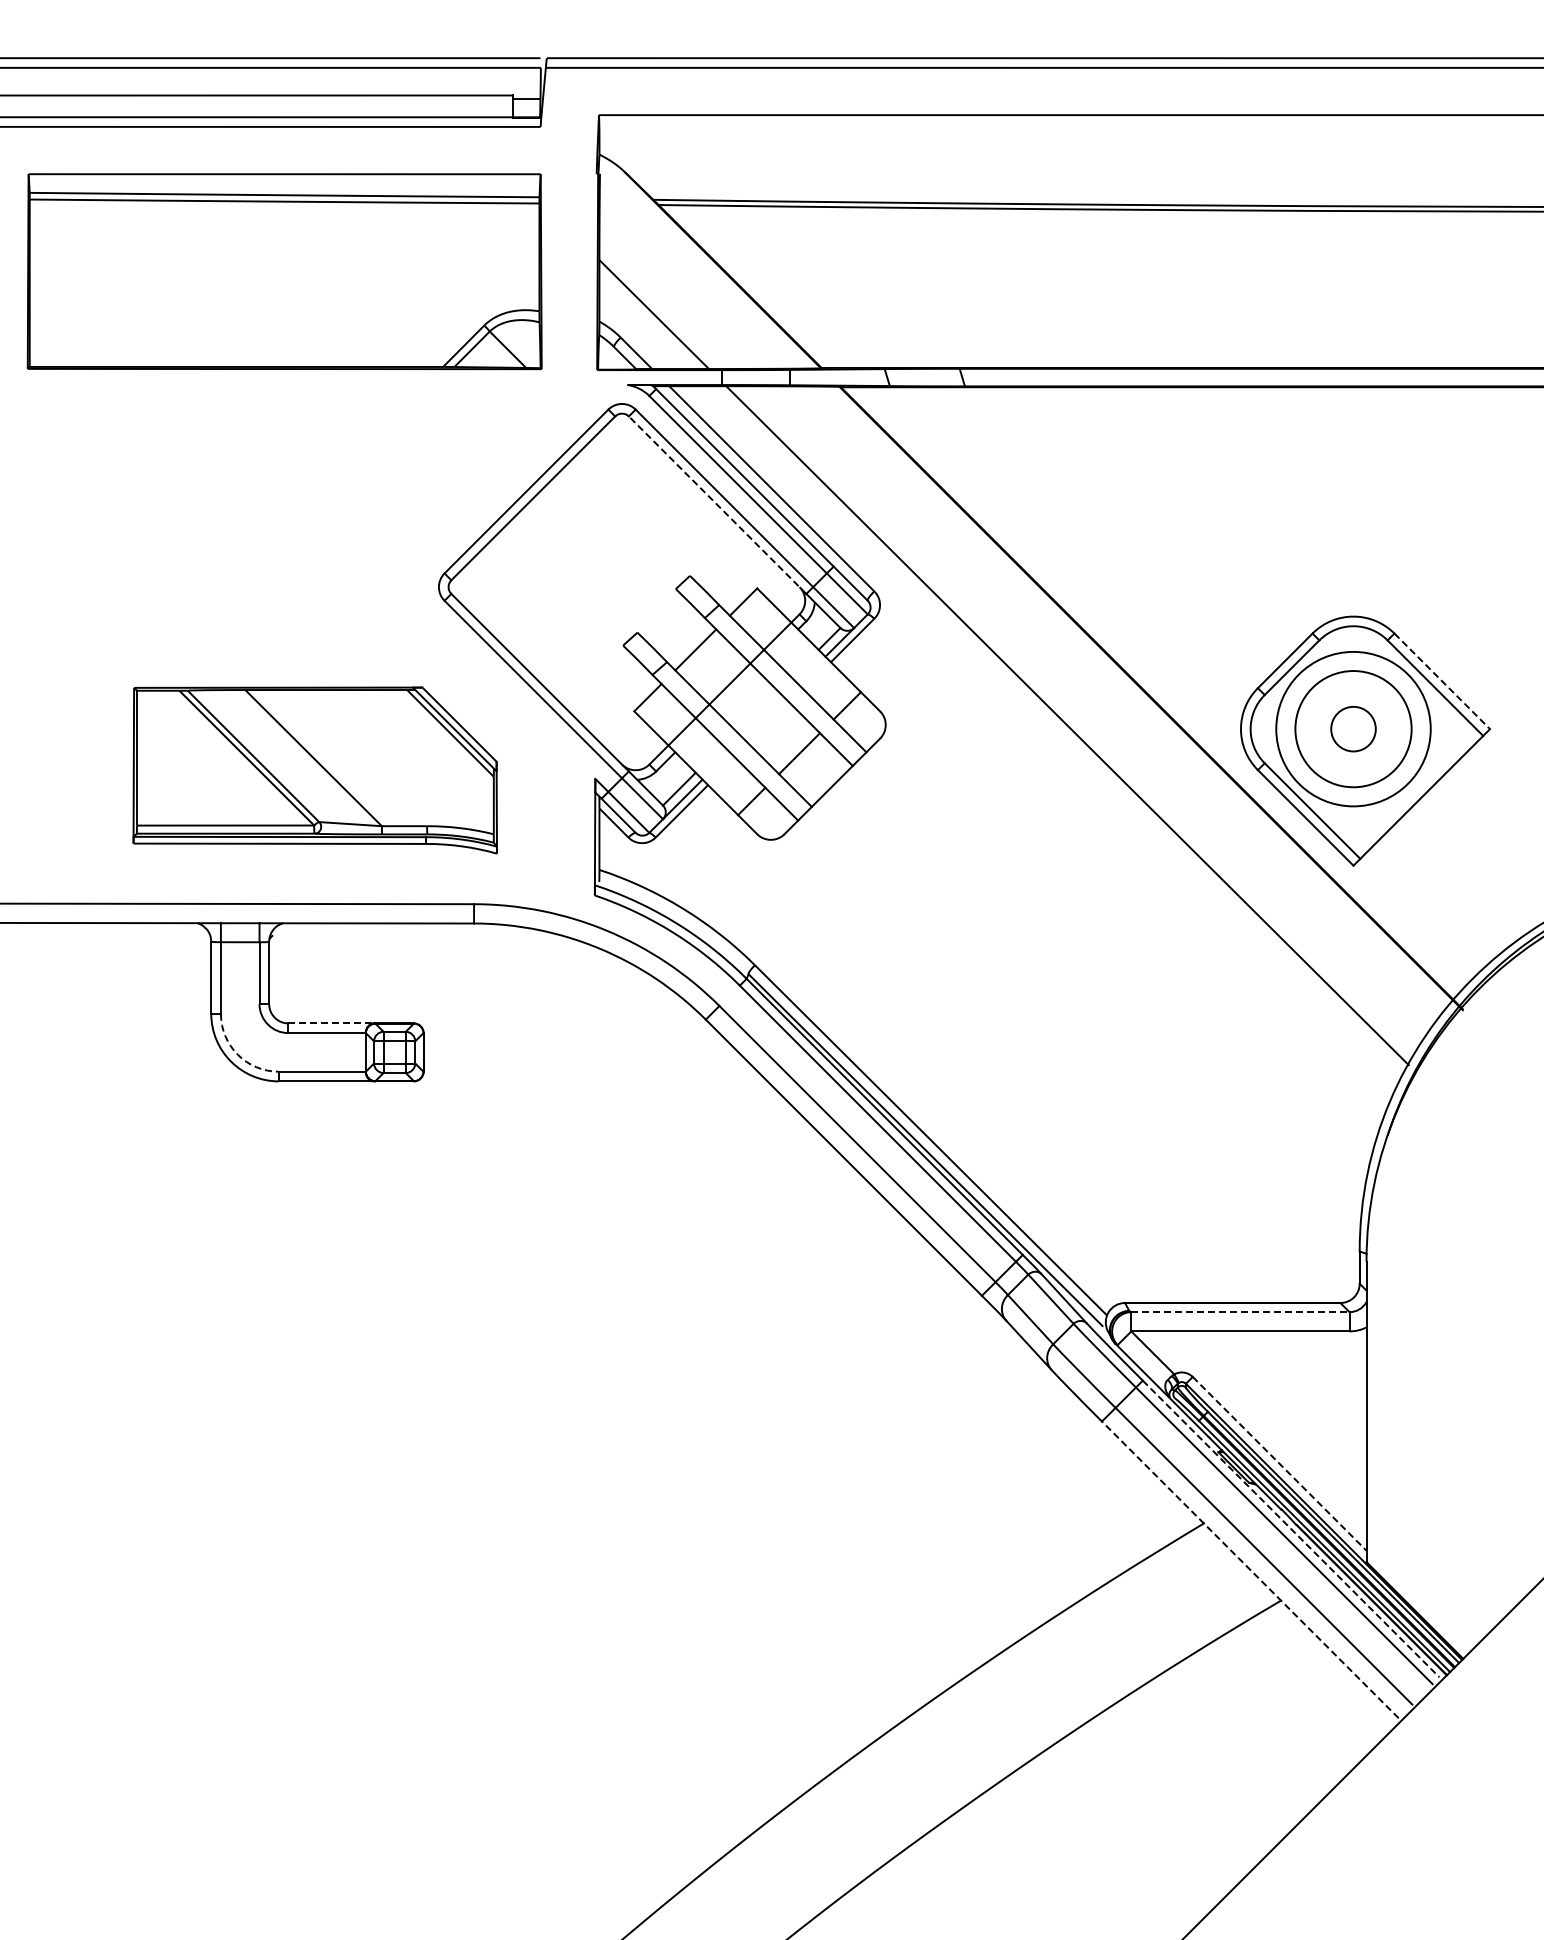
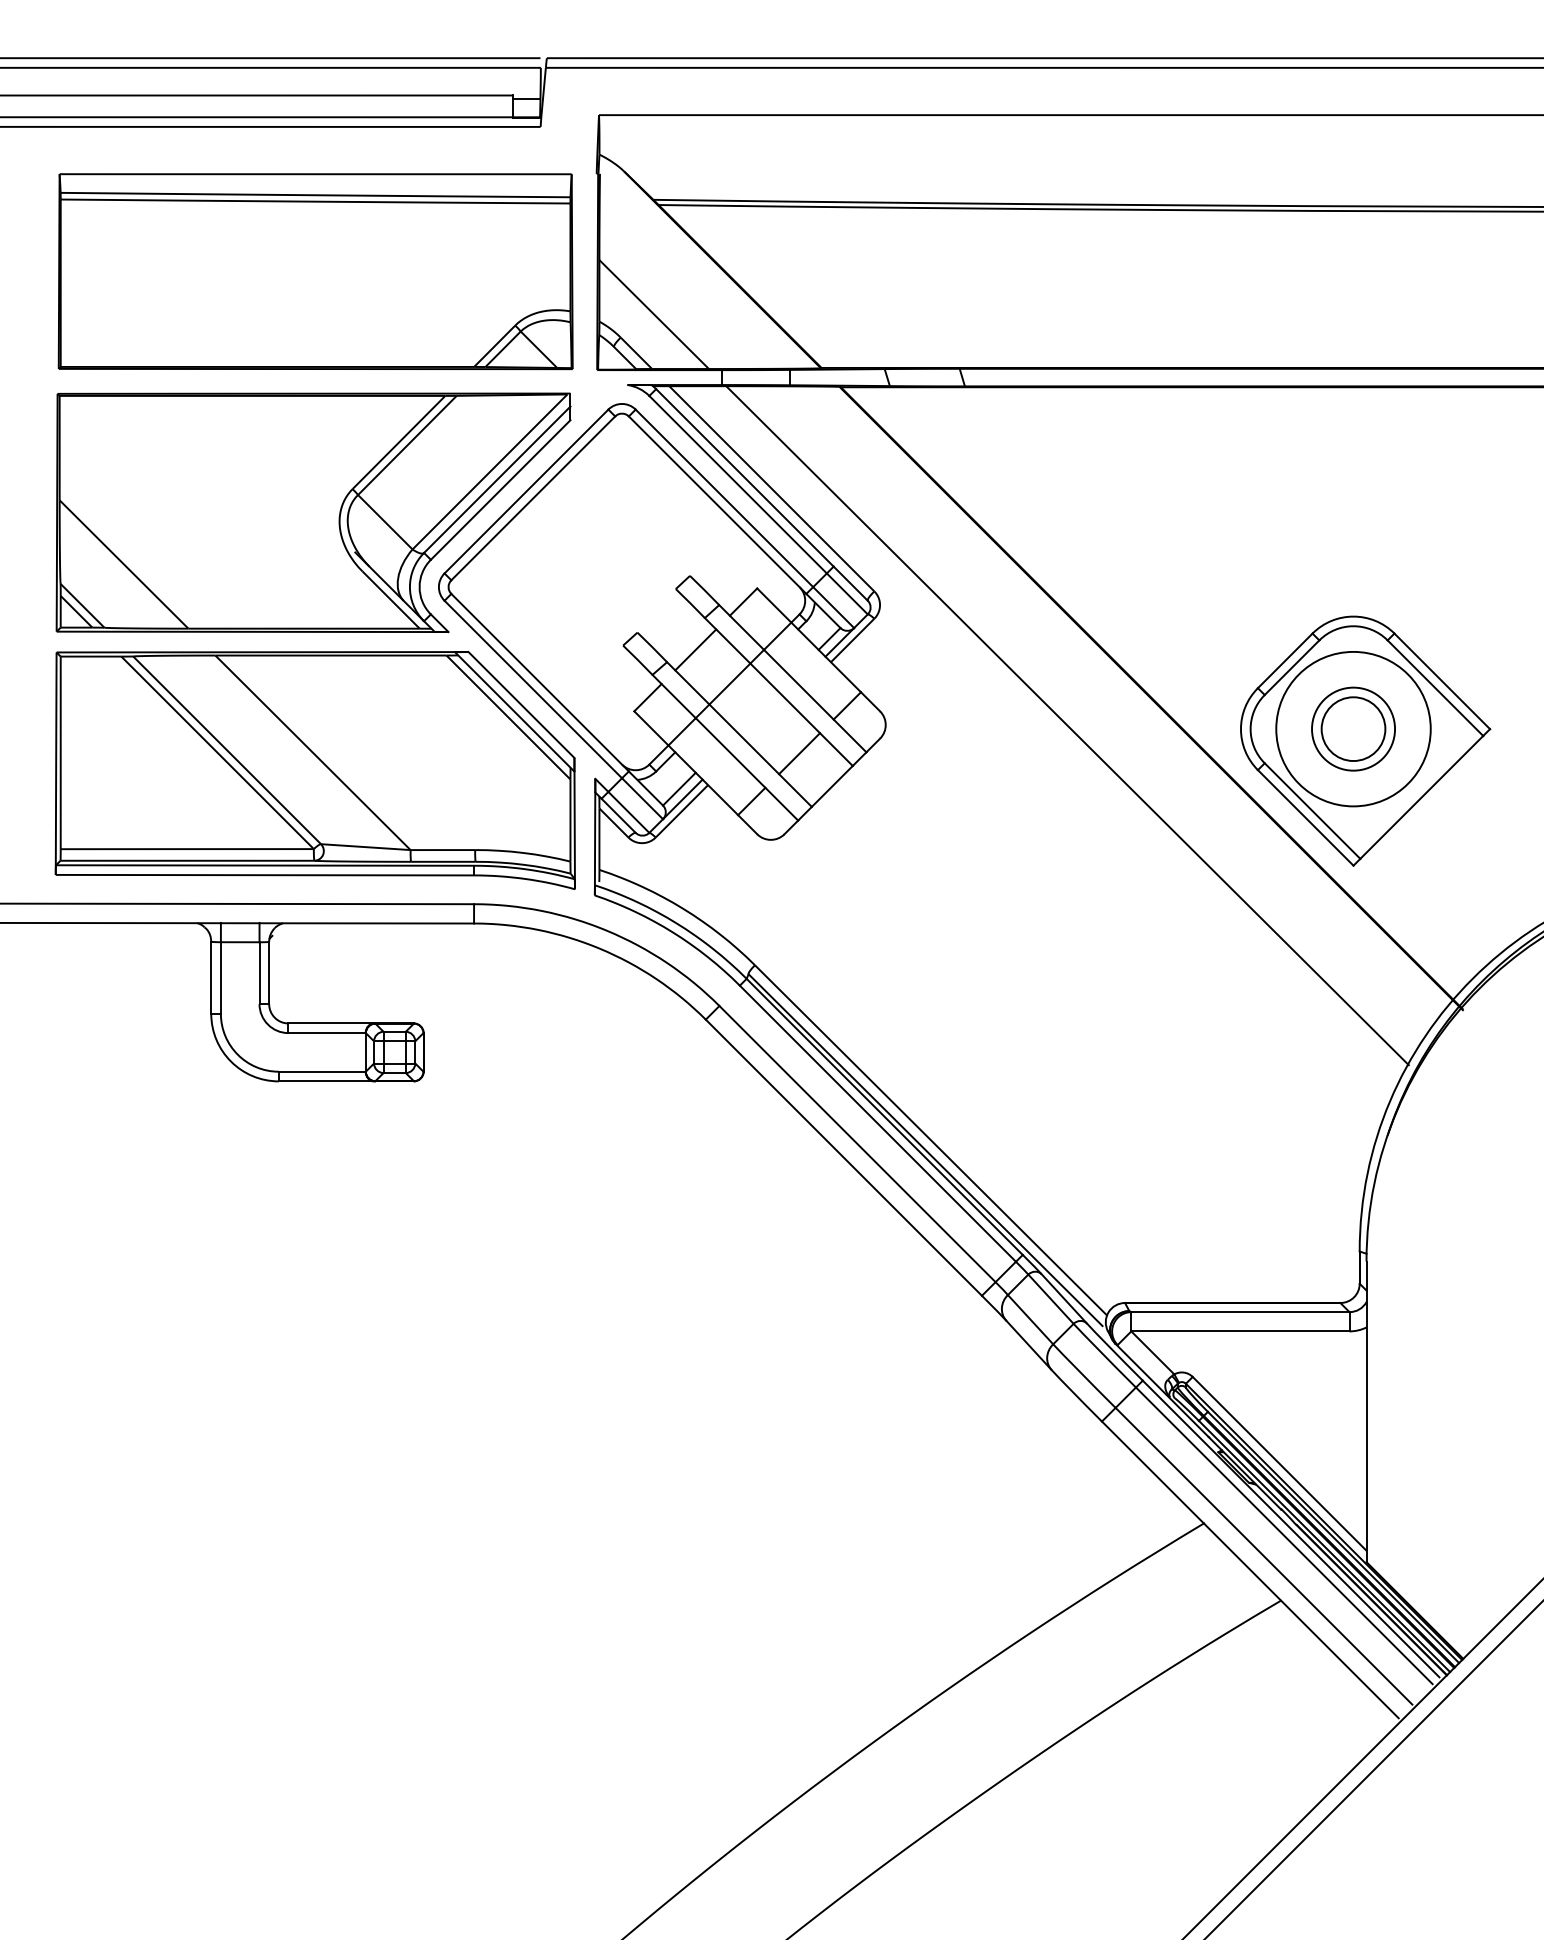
part at (284, 271) position: (284, 271) -> (315, 271)
line at (717, 505): dashed -> solid
part at (313, 512): none -> present
line at (1442, 681): dashed -> solid
circle at (1353, 728) diameter: 45 px -> 64 px
circle at (1353, 729) diameter: 116 px -> 83 px
part at (314, 770) size: 366x169 px -> 522x239 px
line at (331, 1023): dashed -> solid
arc at (237, 1054): dashed -> solid
line at (1240, 1312): dashed -> solid
line at (1279, 1463): dashed -> solid
line at (1291, 1529): dashed -> solid
line at (1250, 1569): dashed -> solid
line at (1373, 1769): none -> present
